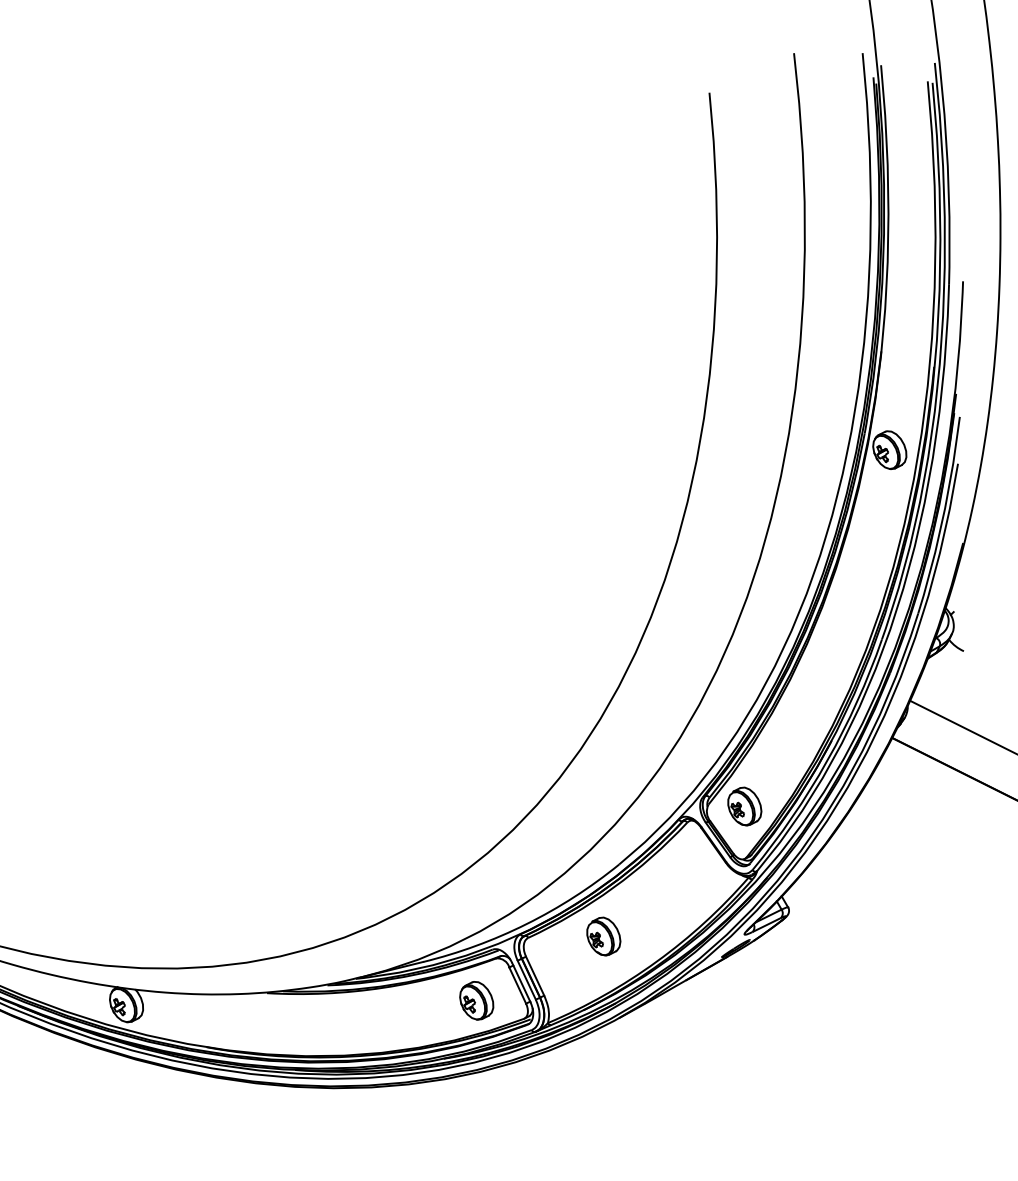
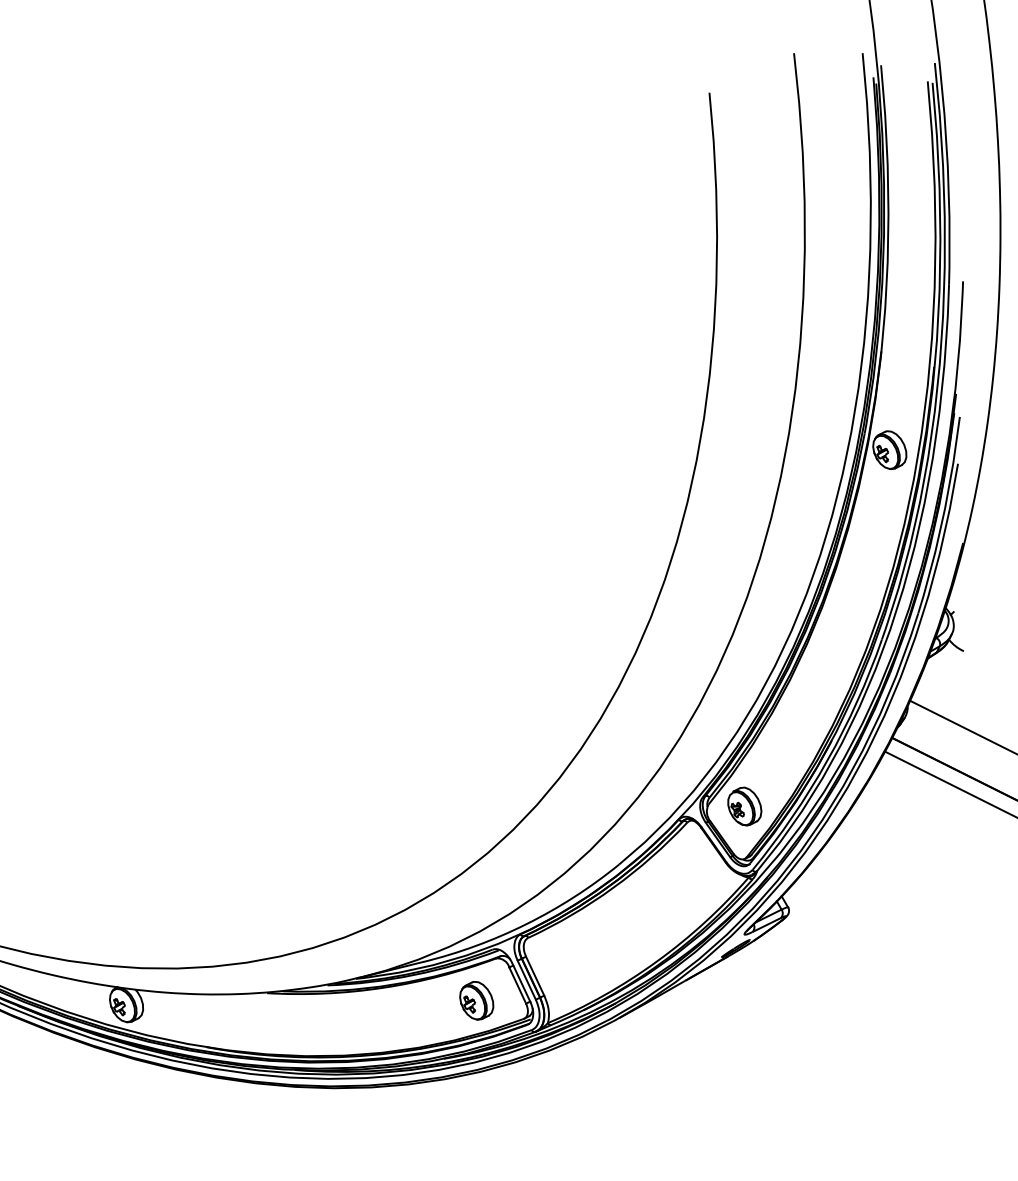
line at (949, 783): none -> present
part at (603, 936): present -> none
